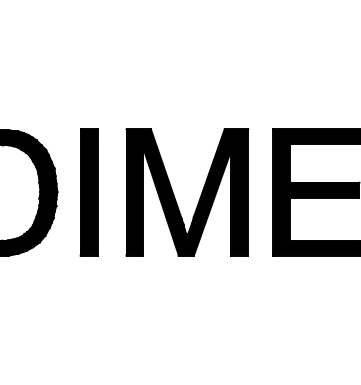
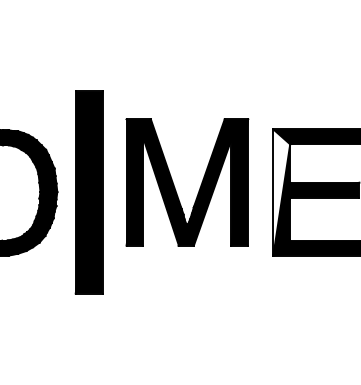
part at (88, 192) size: 20x129 px -> 30x205 px
fill at (281, 192): present -> none
part at (175, 197) position: (175, 197) -> (175, 187)
